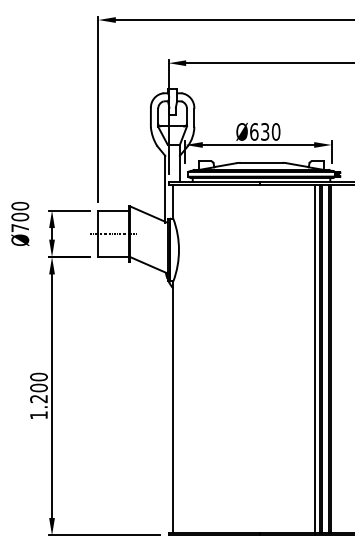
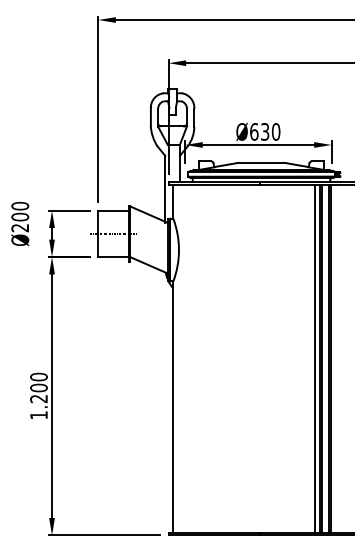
text at (19, 228): Ø700 -> Ø200
